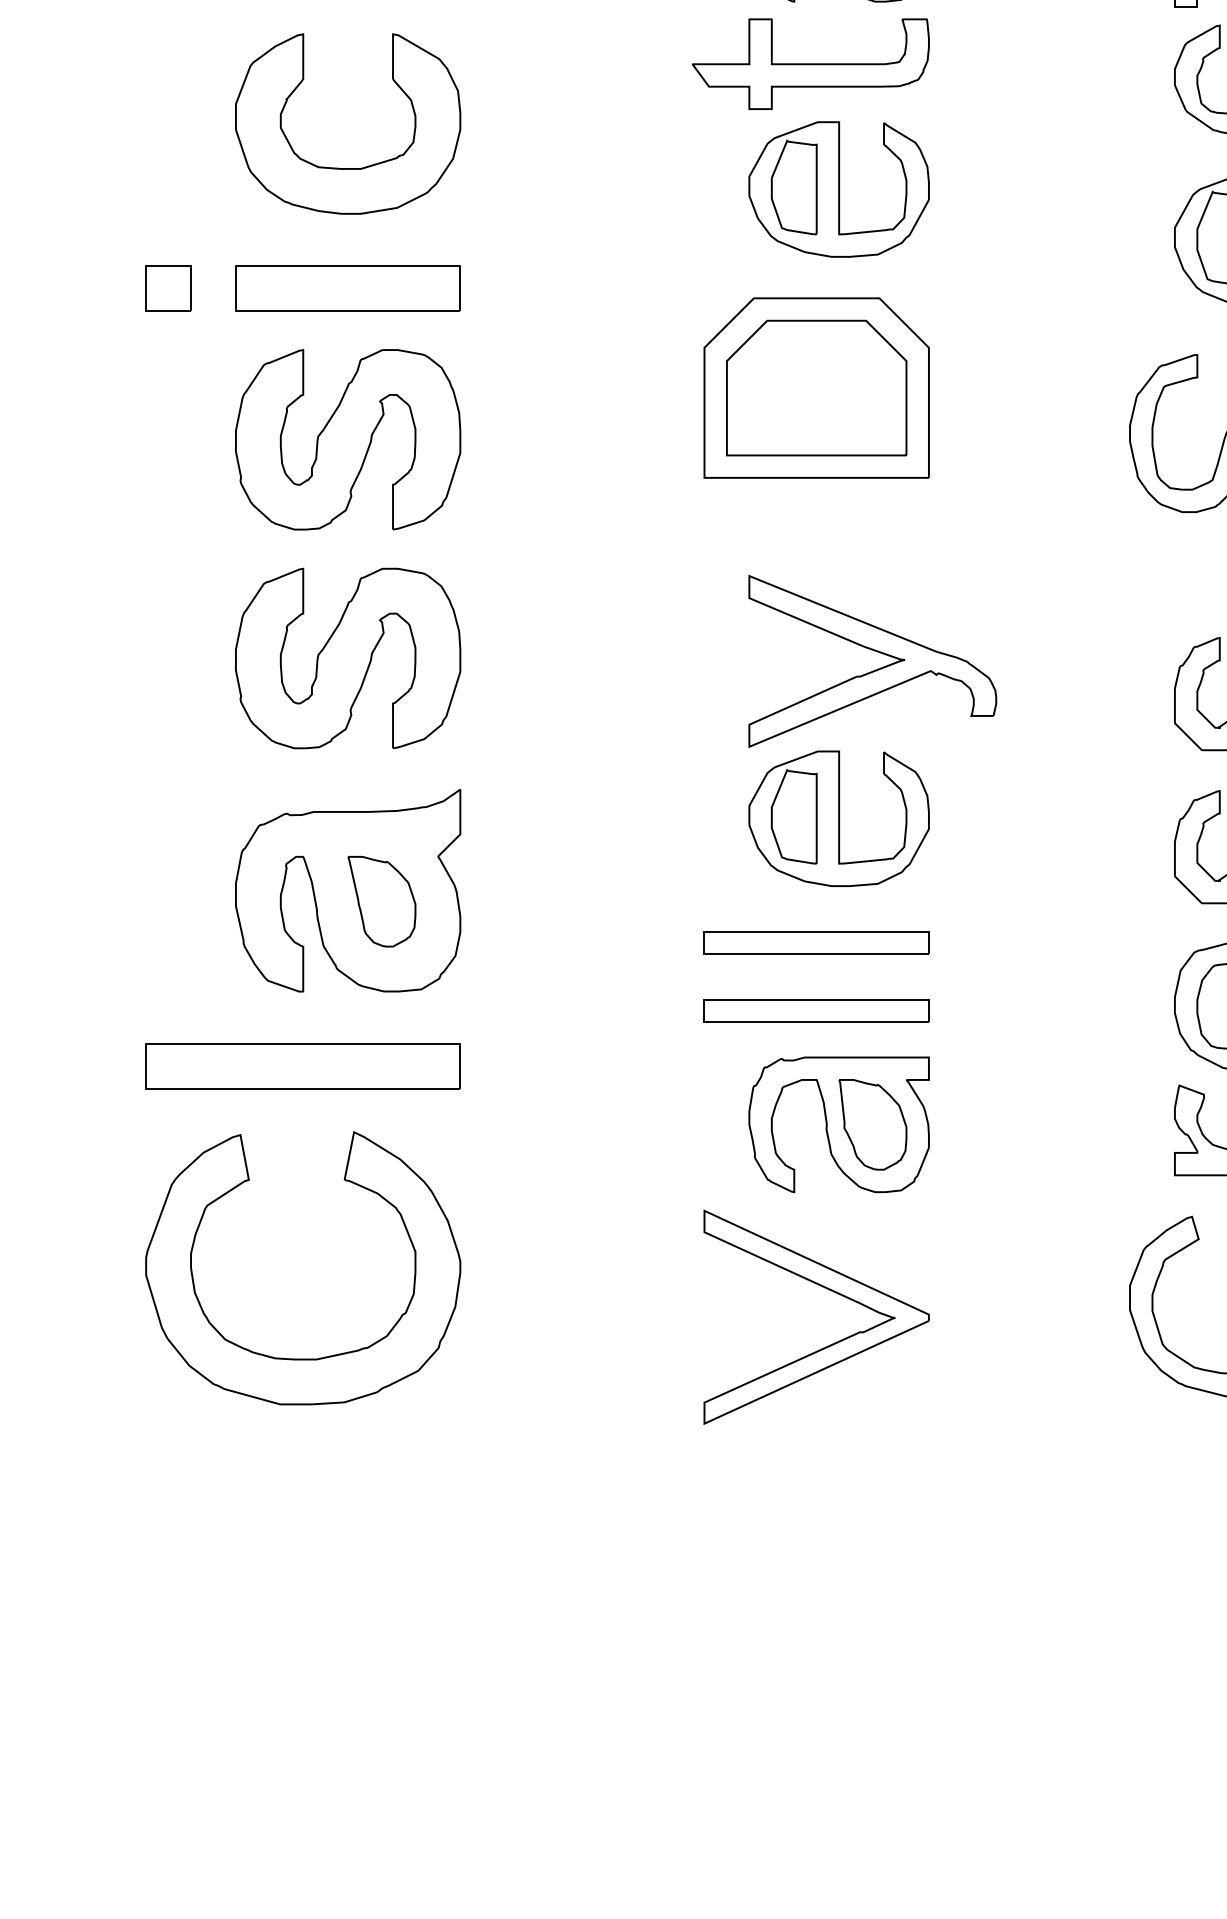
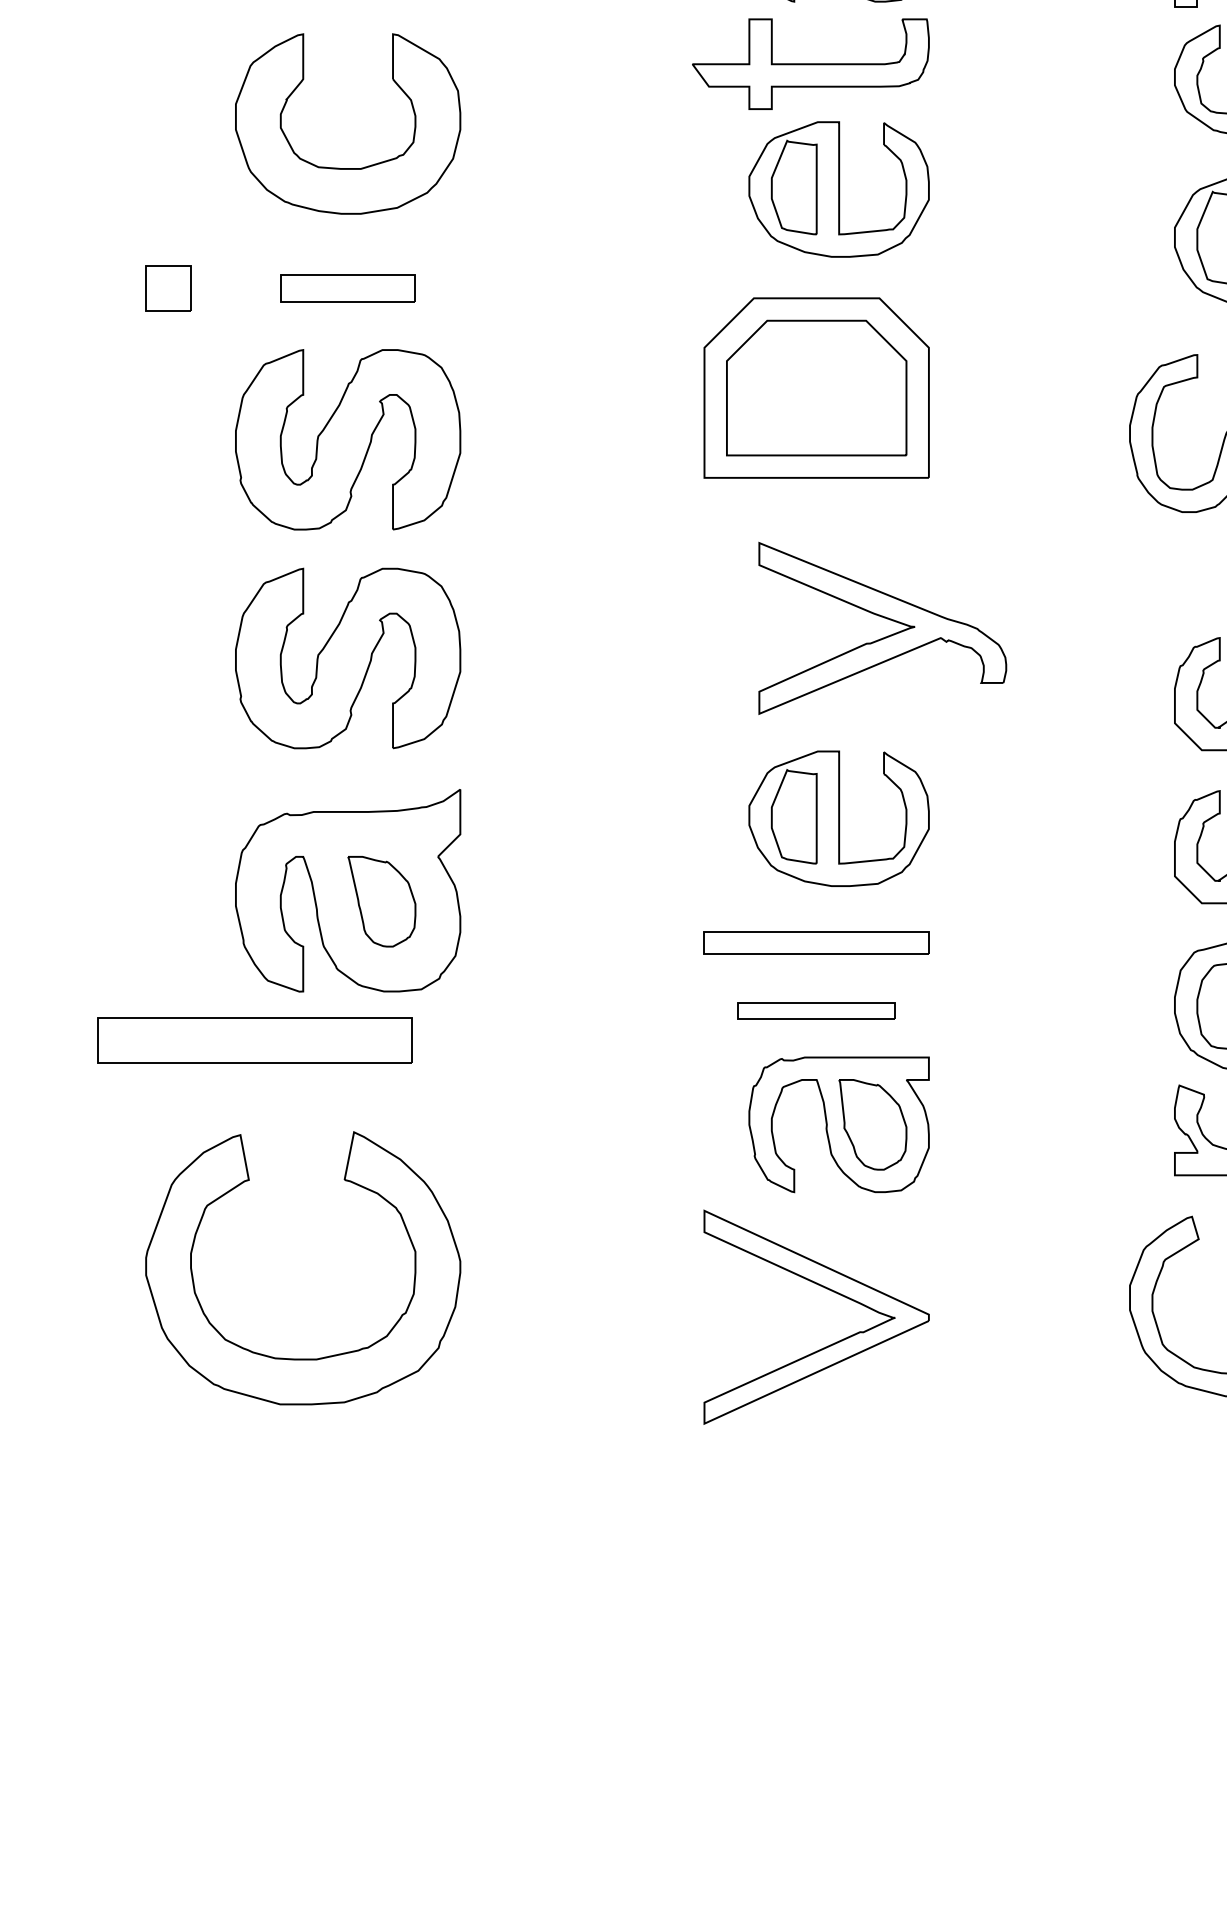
part at (347, 288) size: 226x47 px -> 136x29 px
part at (874, 651) position: (874, 651) -> (884, 618)
part at (816, 1010) size: 227x24 px -> 159x18 px
part at (302, 1066) position: (302, 1066) -> (254, 1040)
